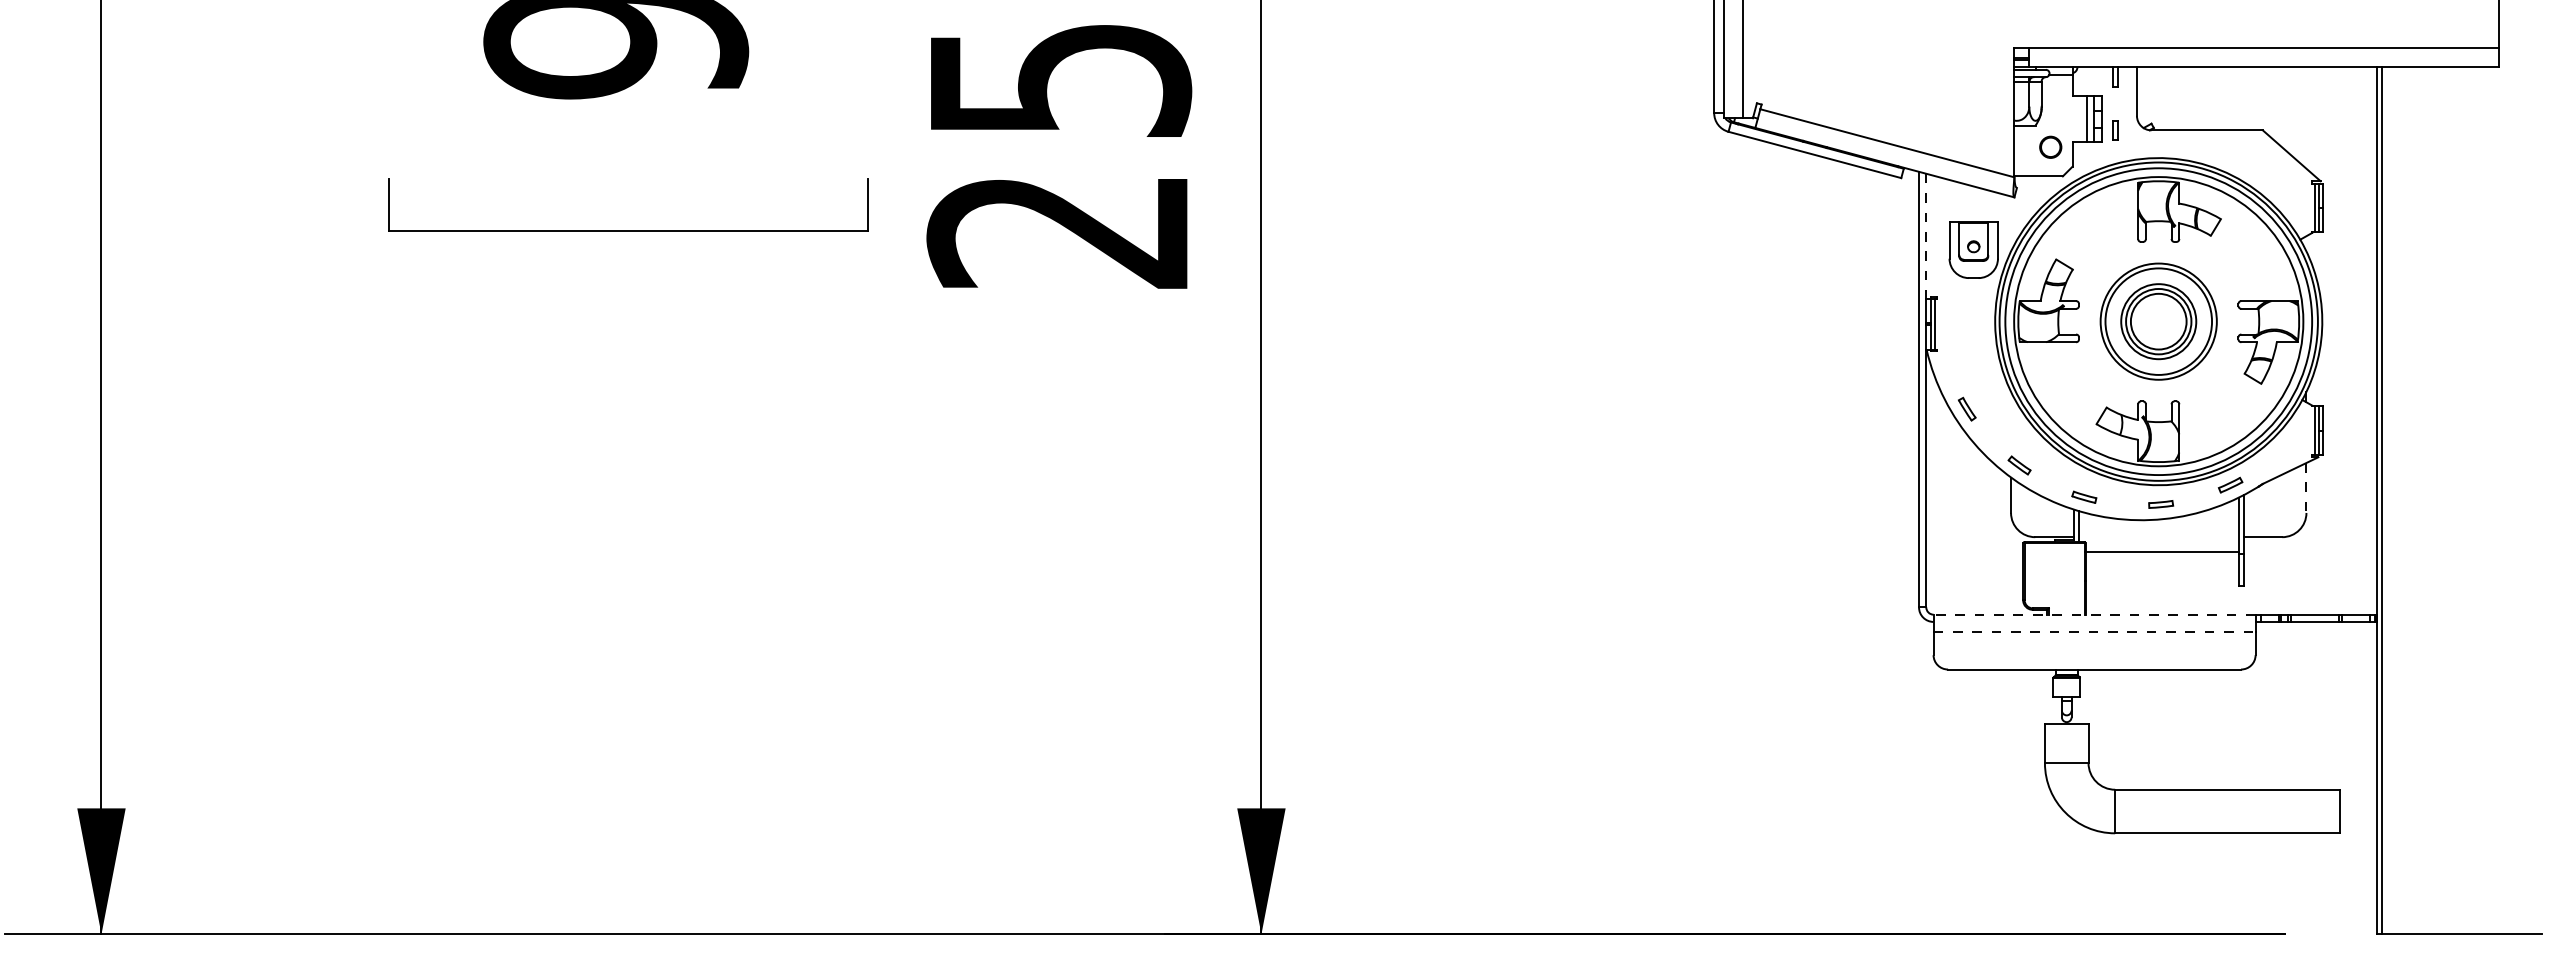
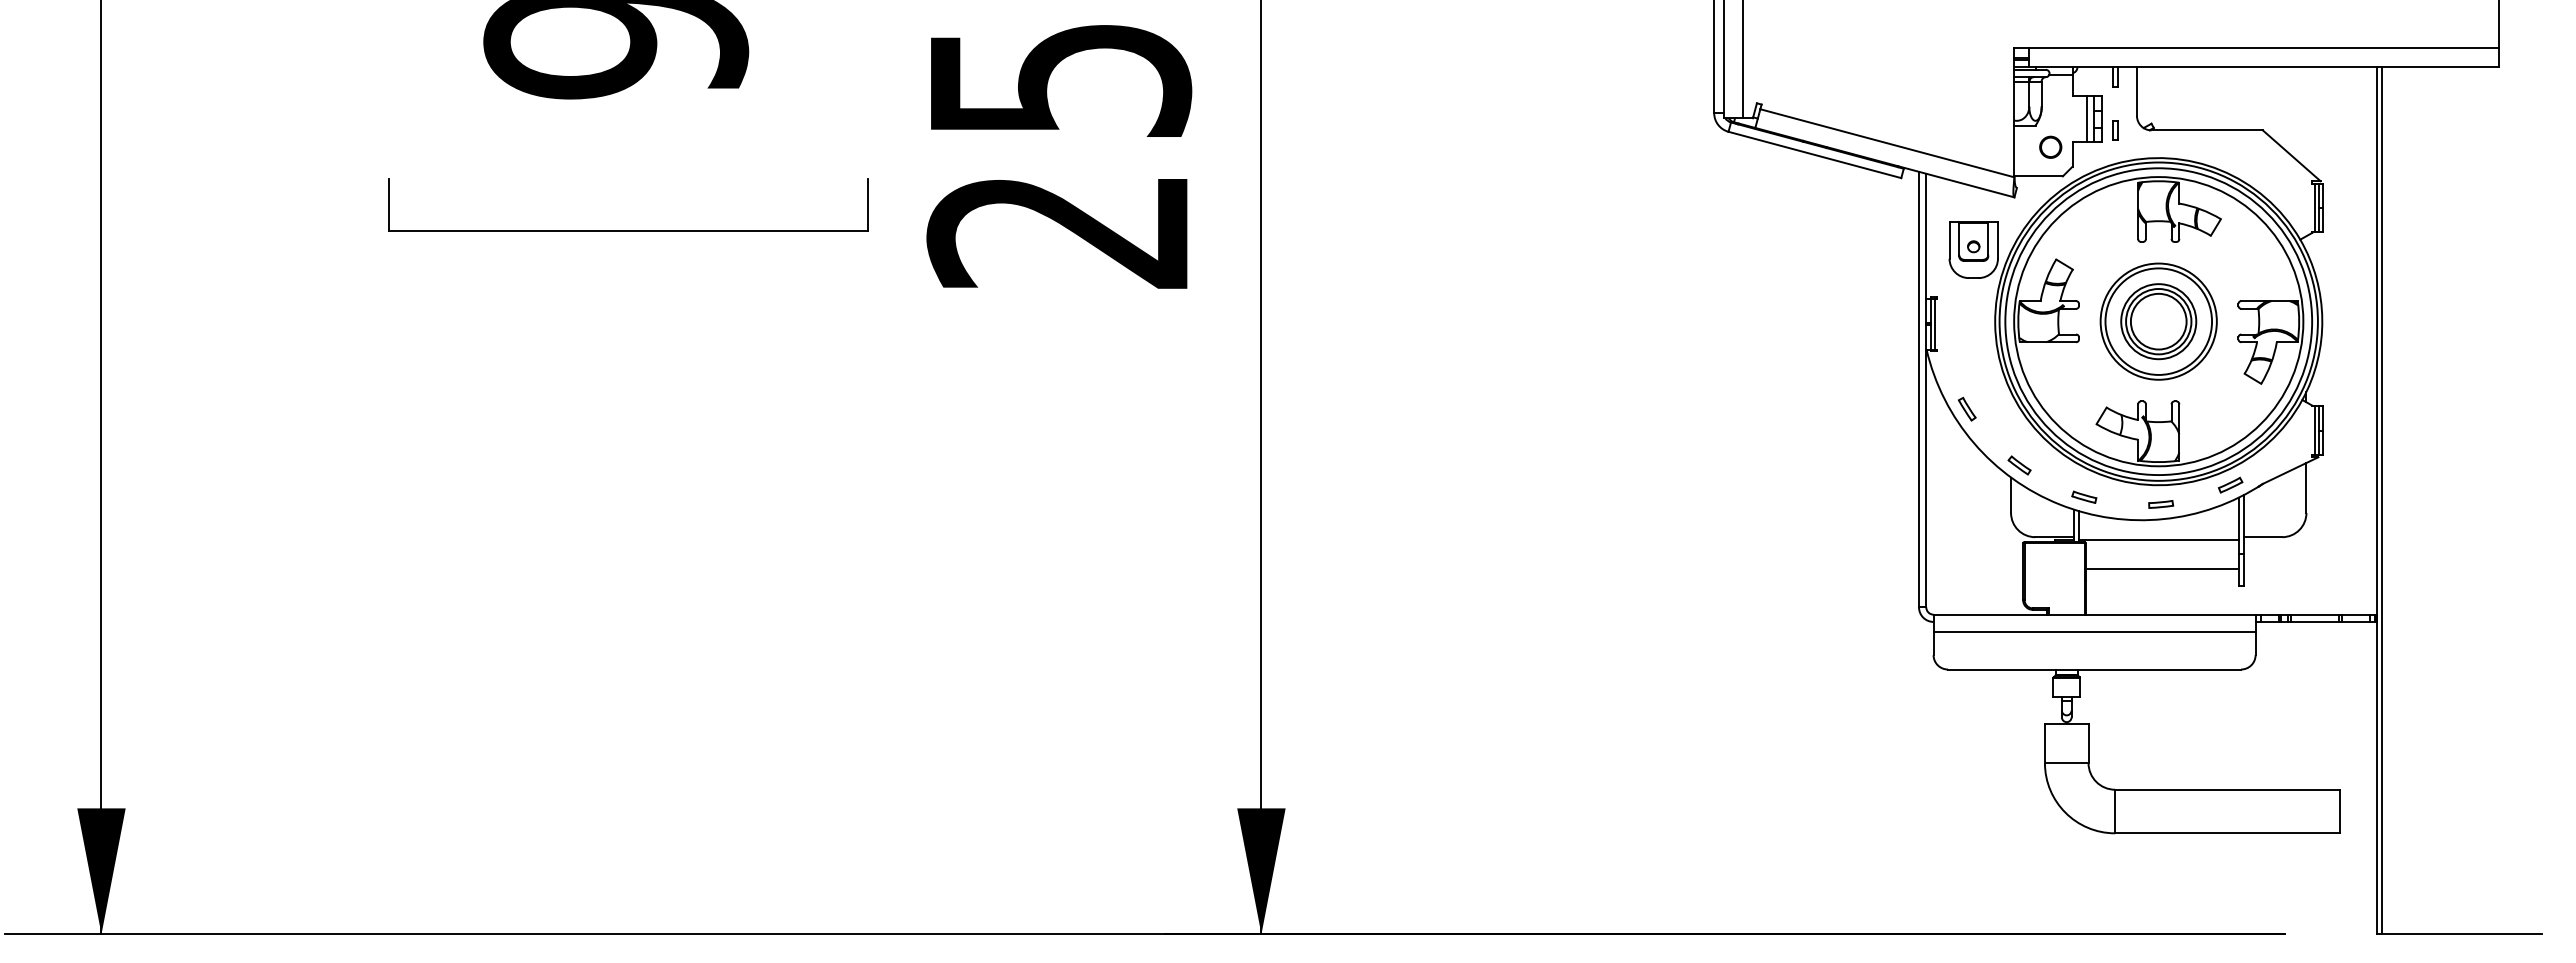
line at (1926, 236): dashed -> solid
line at (2306, 487): dashed -> solid
line at (2158, 539): none -> present
line at (2161, 551) position: (2161, 551) -> (2161, 568)
line at (2094, 614): dashed -> solid
line at (2095, 631): dashed -> solid
